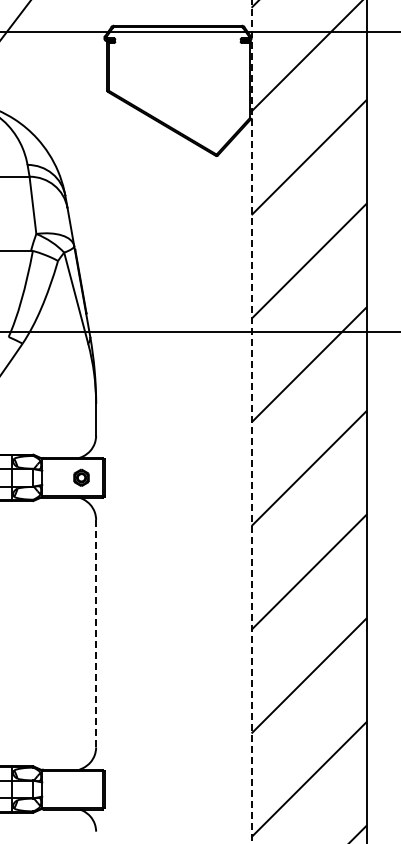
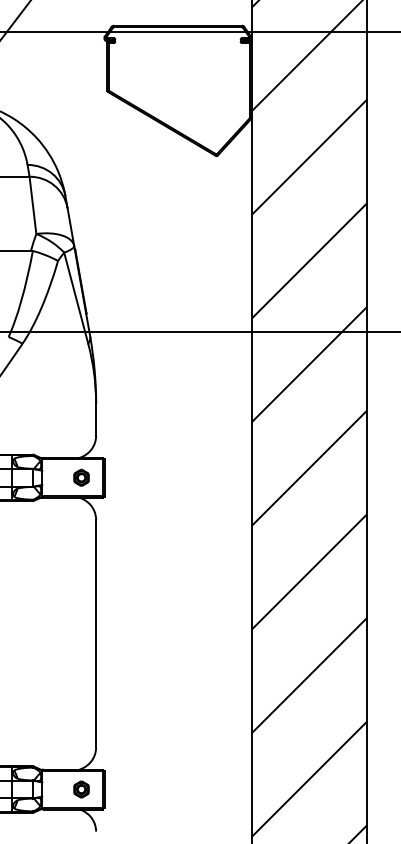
line at (251, 422): dashed -> solid
line at (96, 633): dashed -> solid
part at (81, 789): none -> present
